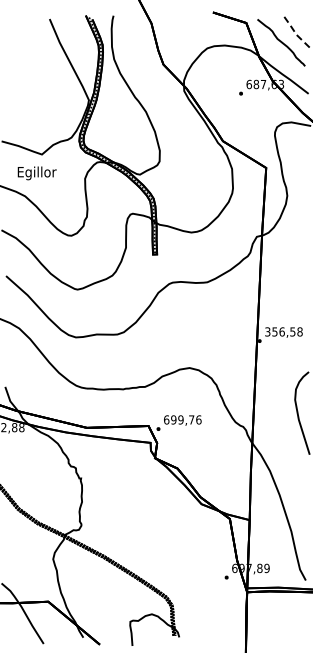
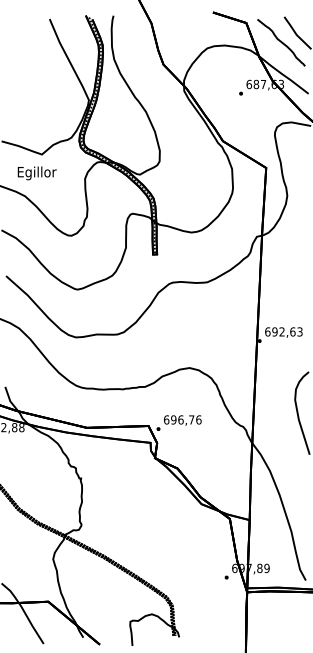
line at (296, 34): dashed -> solid
text at (283, 331): 356,58 -> 692,63
text at (180, 419): 699,76 -> 696,76
